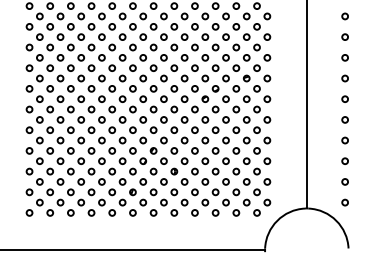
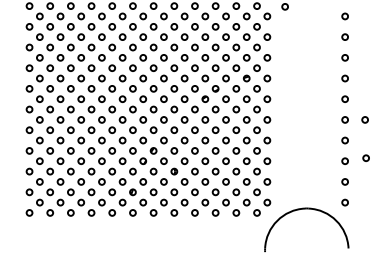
circle at (284, 6): none -> present
line at (306, 105): present -> none
circle at (364, 119): none -> present
circle at (365, 157): none -> present
line at (133, 250): present -> none
